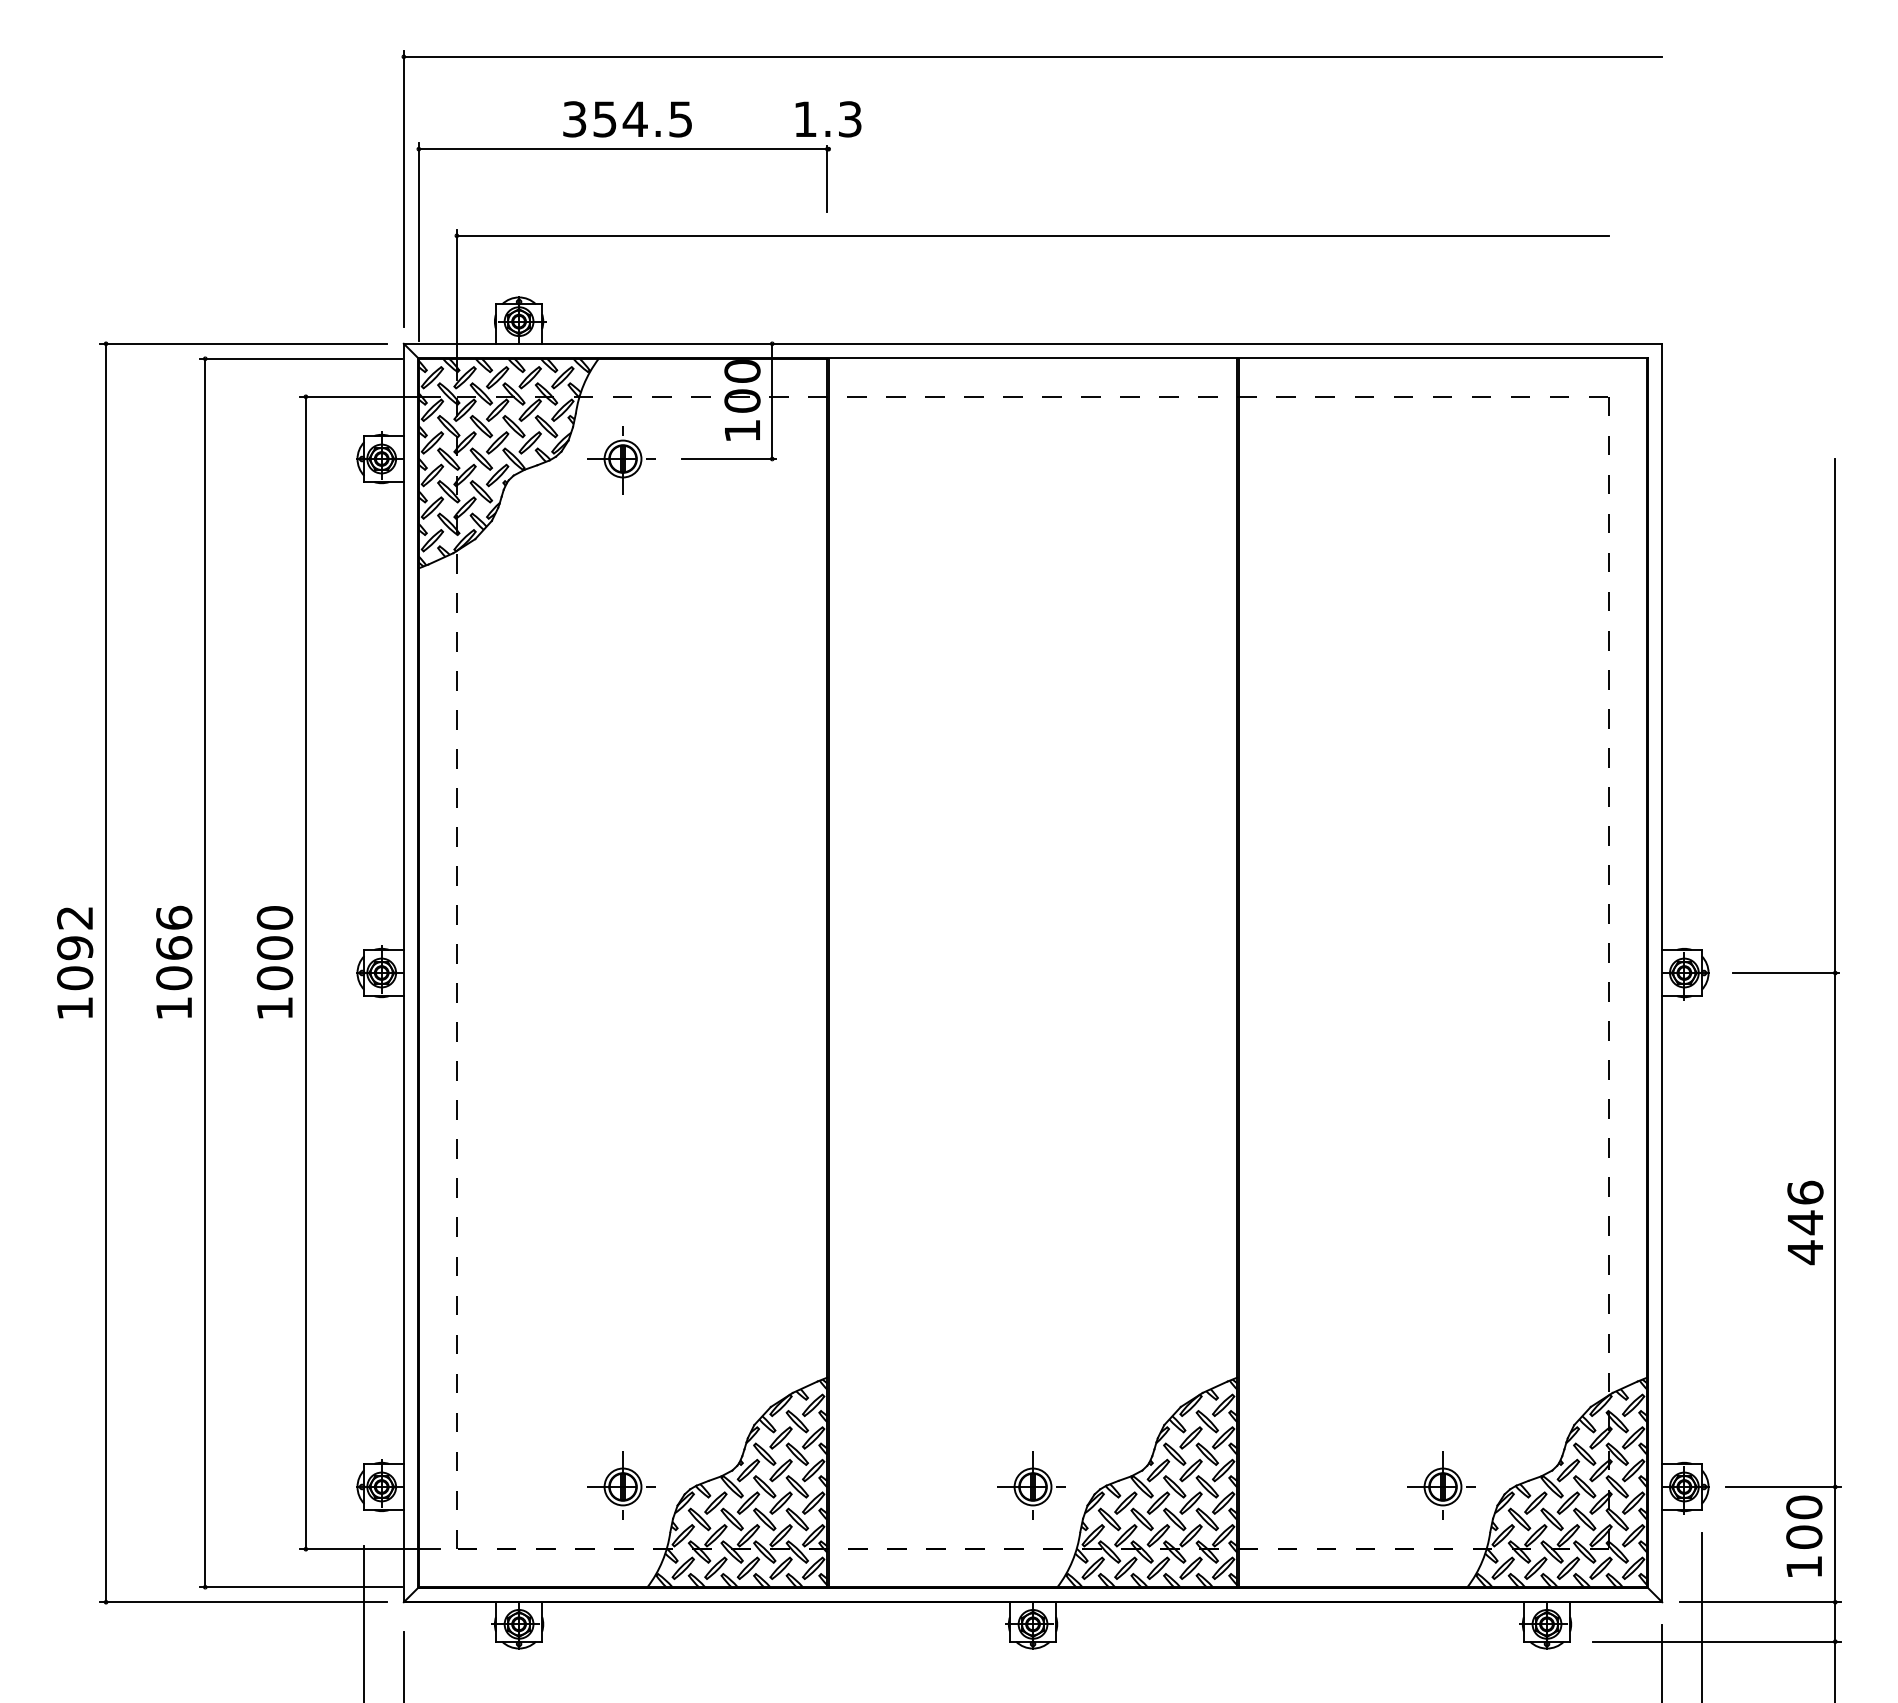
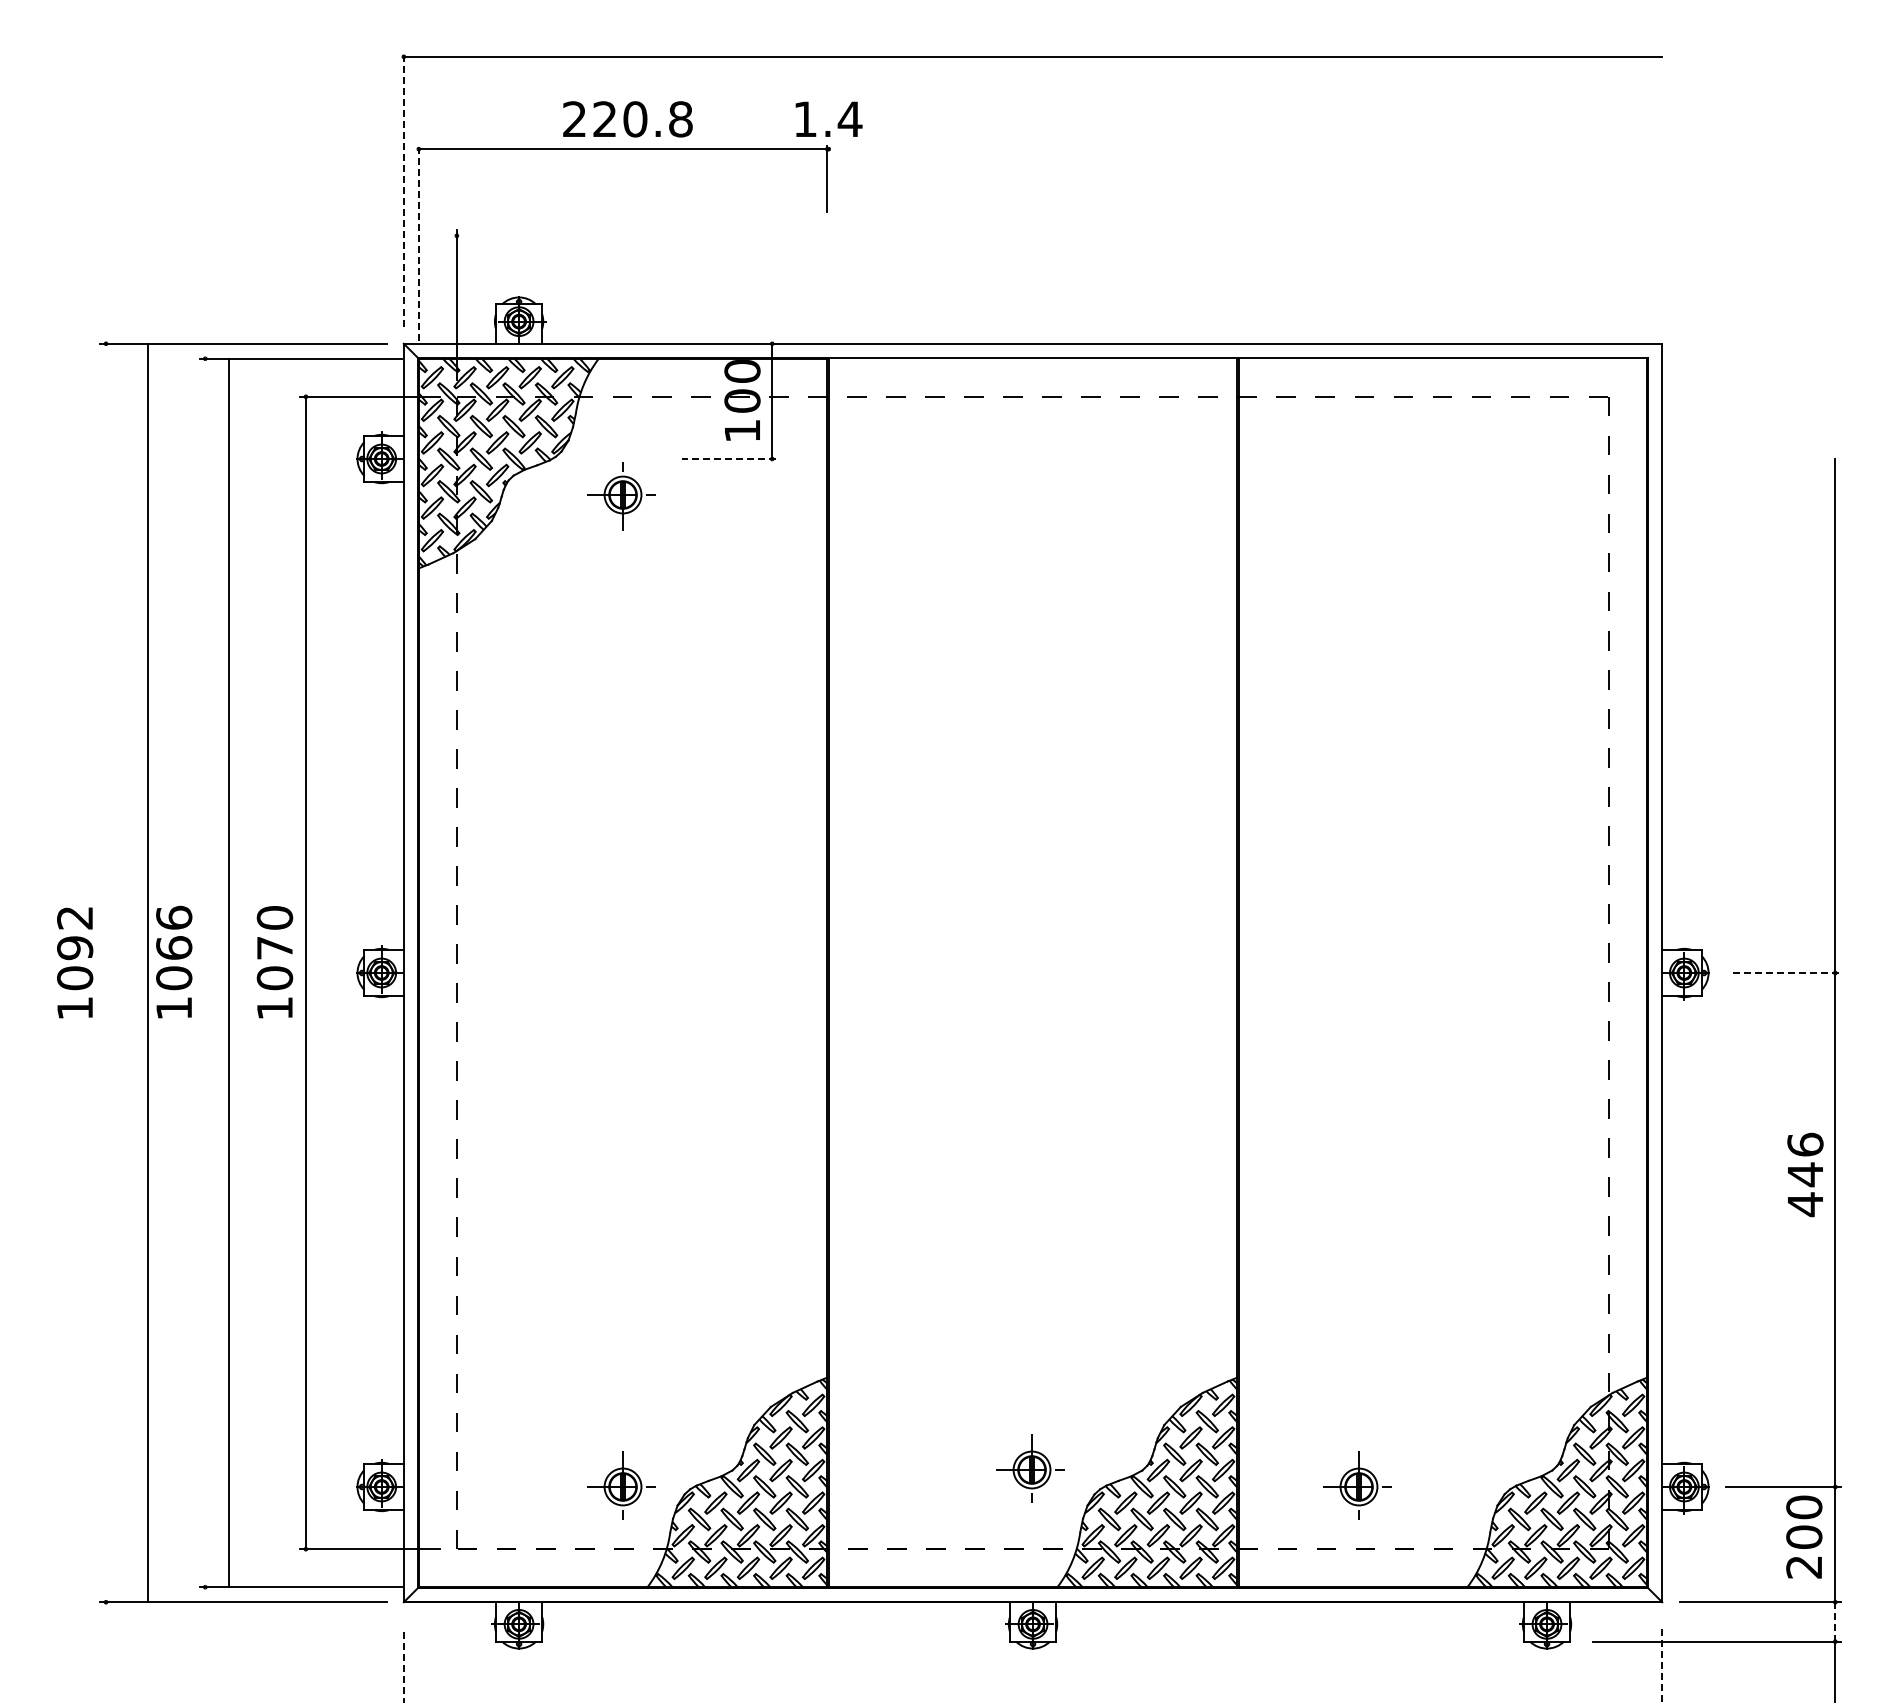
text at (627, 119): 354.5 -> 220.8
text at (849, 119): 1.3 -> 1.4
line at (403, 188): solid -> dashed
line at (1032, 235): present -> none
line at (418, 241): solid -> dashed
line at (728, 459): solid -> dashed
part at (621, 460) position: (621, 460) -> (621, 496)
text at (274, 947): 1000 -> 1070
line at (106, 972) position: (106, 972) -> (148, 972)
line at (205, 972) position: (205, 972) -> (229, 972)
line at (1785, 973): solid -> dashed
text at (1805, 1222) position: (1805, 1222) -> (1805, 1174)
part at (1031, 1485) position: (1031, 1485) -> (1030, 1468)
part at (1441, 1485) position: (1441, 1485) -> (1357, 1485)
text at (1803, 1567): 100 -> 200
line at (1701, 1616): present -> none
line at (1835, 1621): solid -> dashed
line at (364, 1622): present -> none
line at (1662, 1664): solid -> dashed
line at (403, 1667): solid -> dashed
